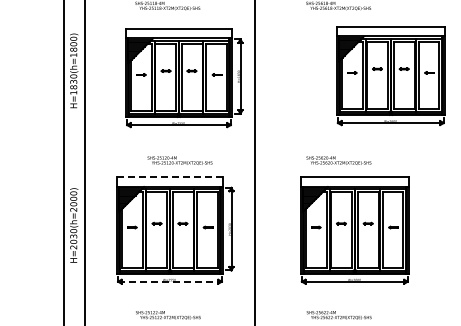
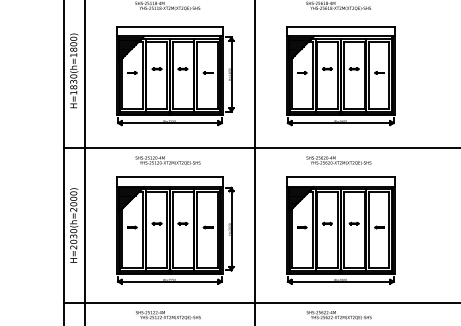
part at (390, 76) position: (390, 76) -> (340, 76)
part at (184, 78) position: (184, 78) -> (175, 76)
line at (260, 148): none -> present
text at (179, 160) position: (179, 160) -> (167, 160)
line at (169, 177): dashed -> solid
part at (354, 230) position: (354, 230) -> (340, 230)
line at (170, 281): dashed -> solid
line at (260, 302): none -> present
